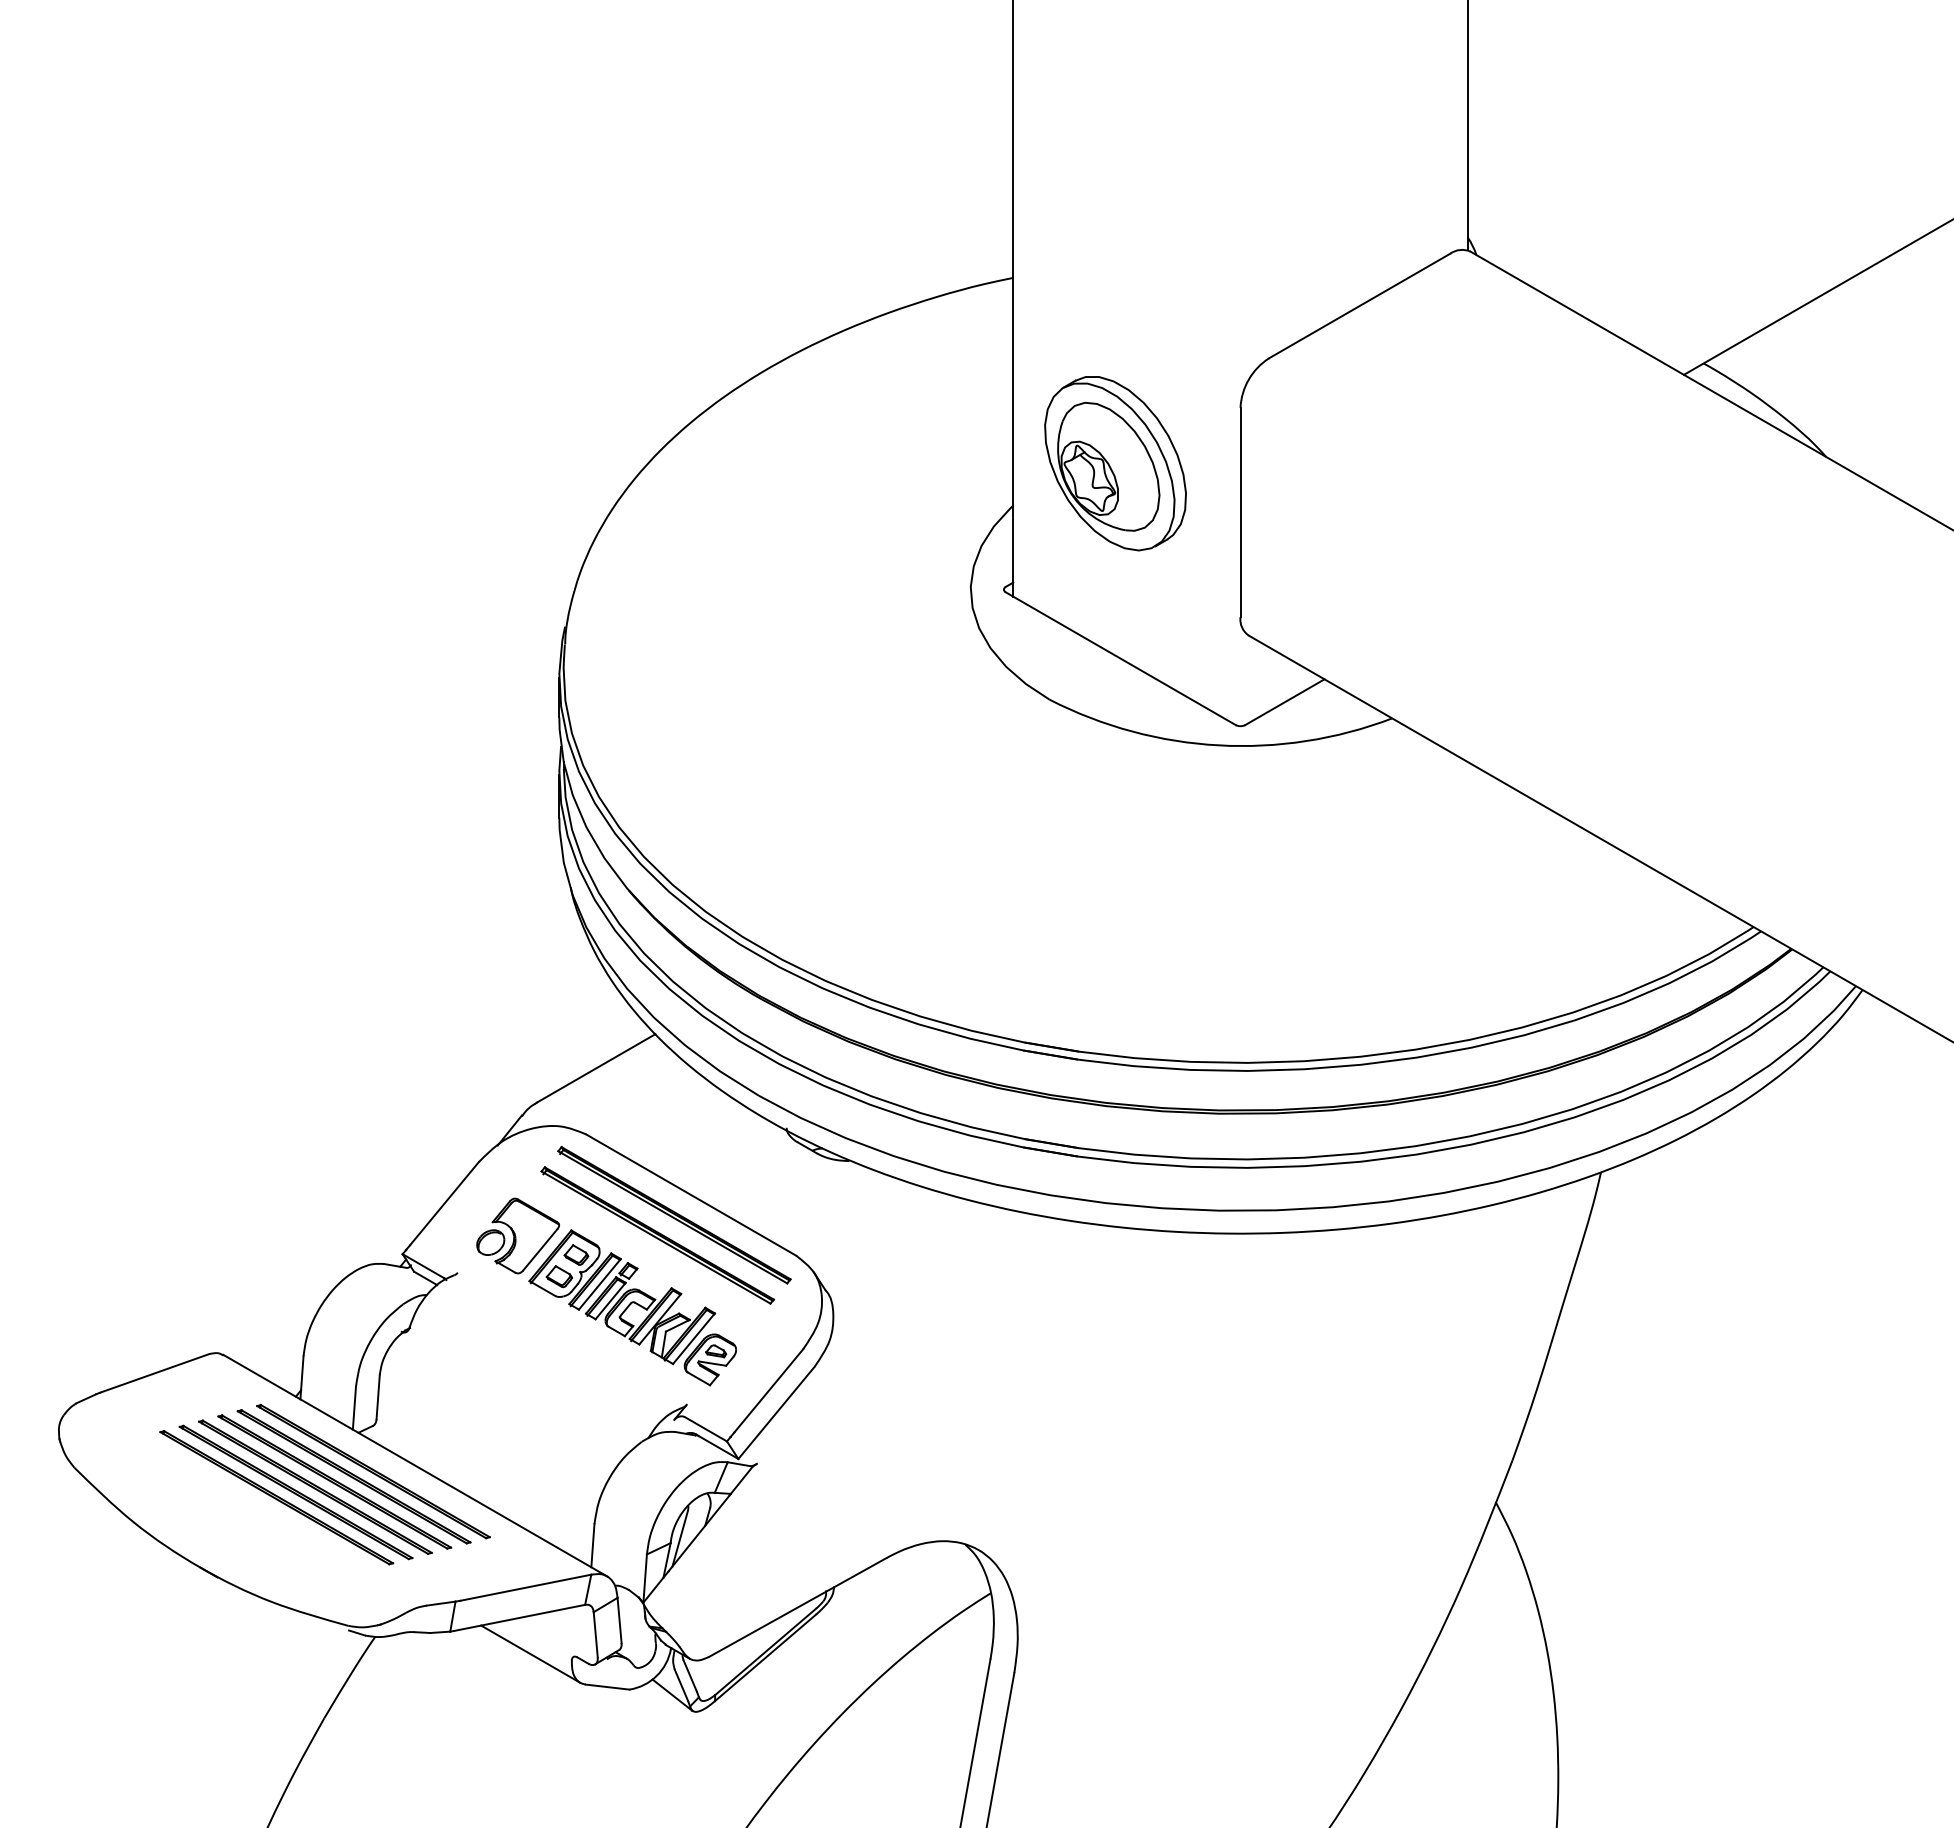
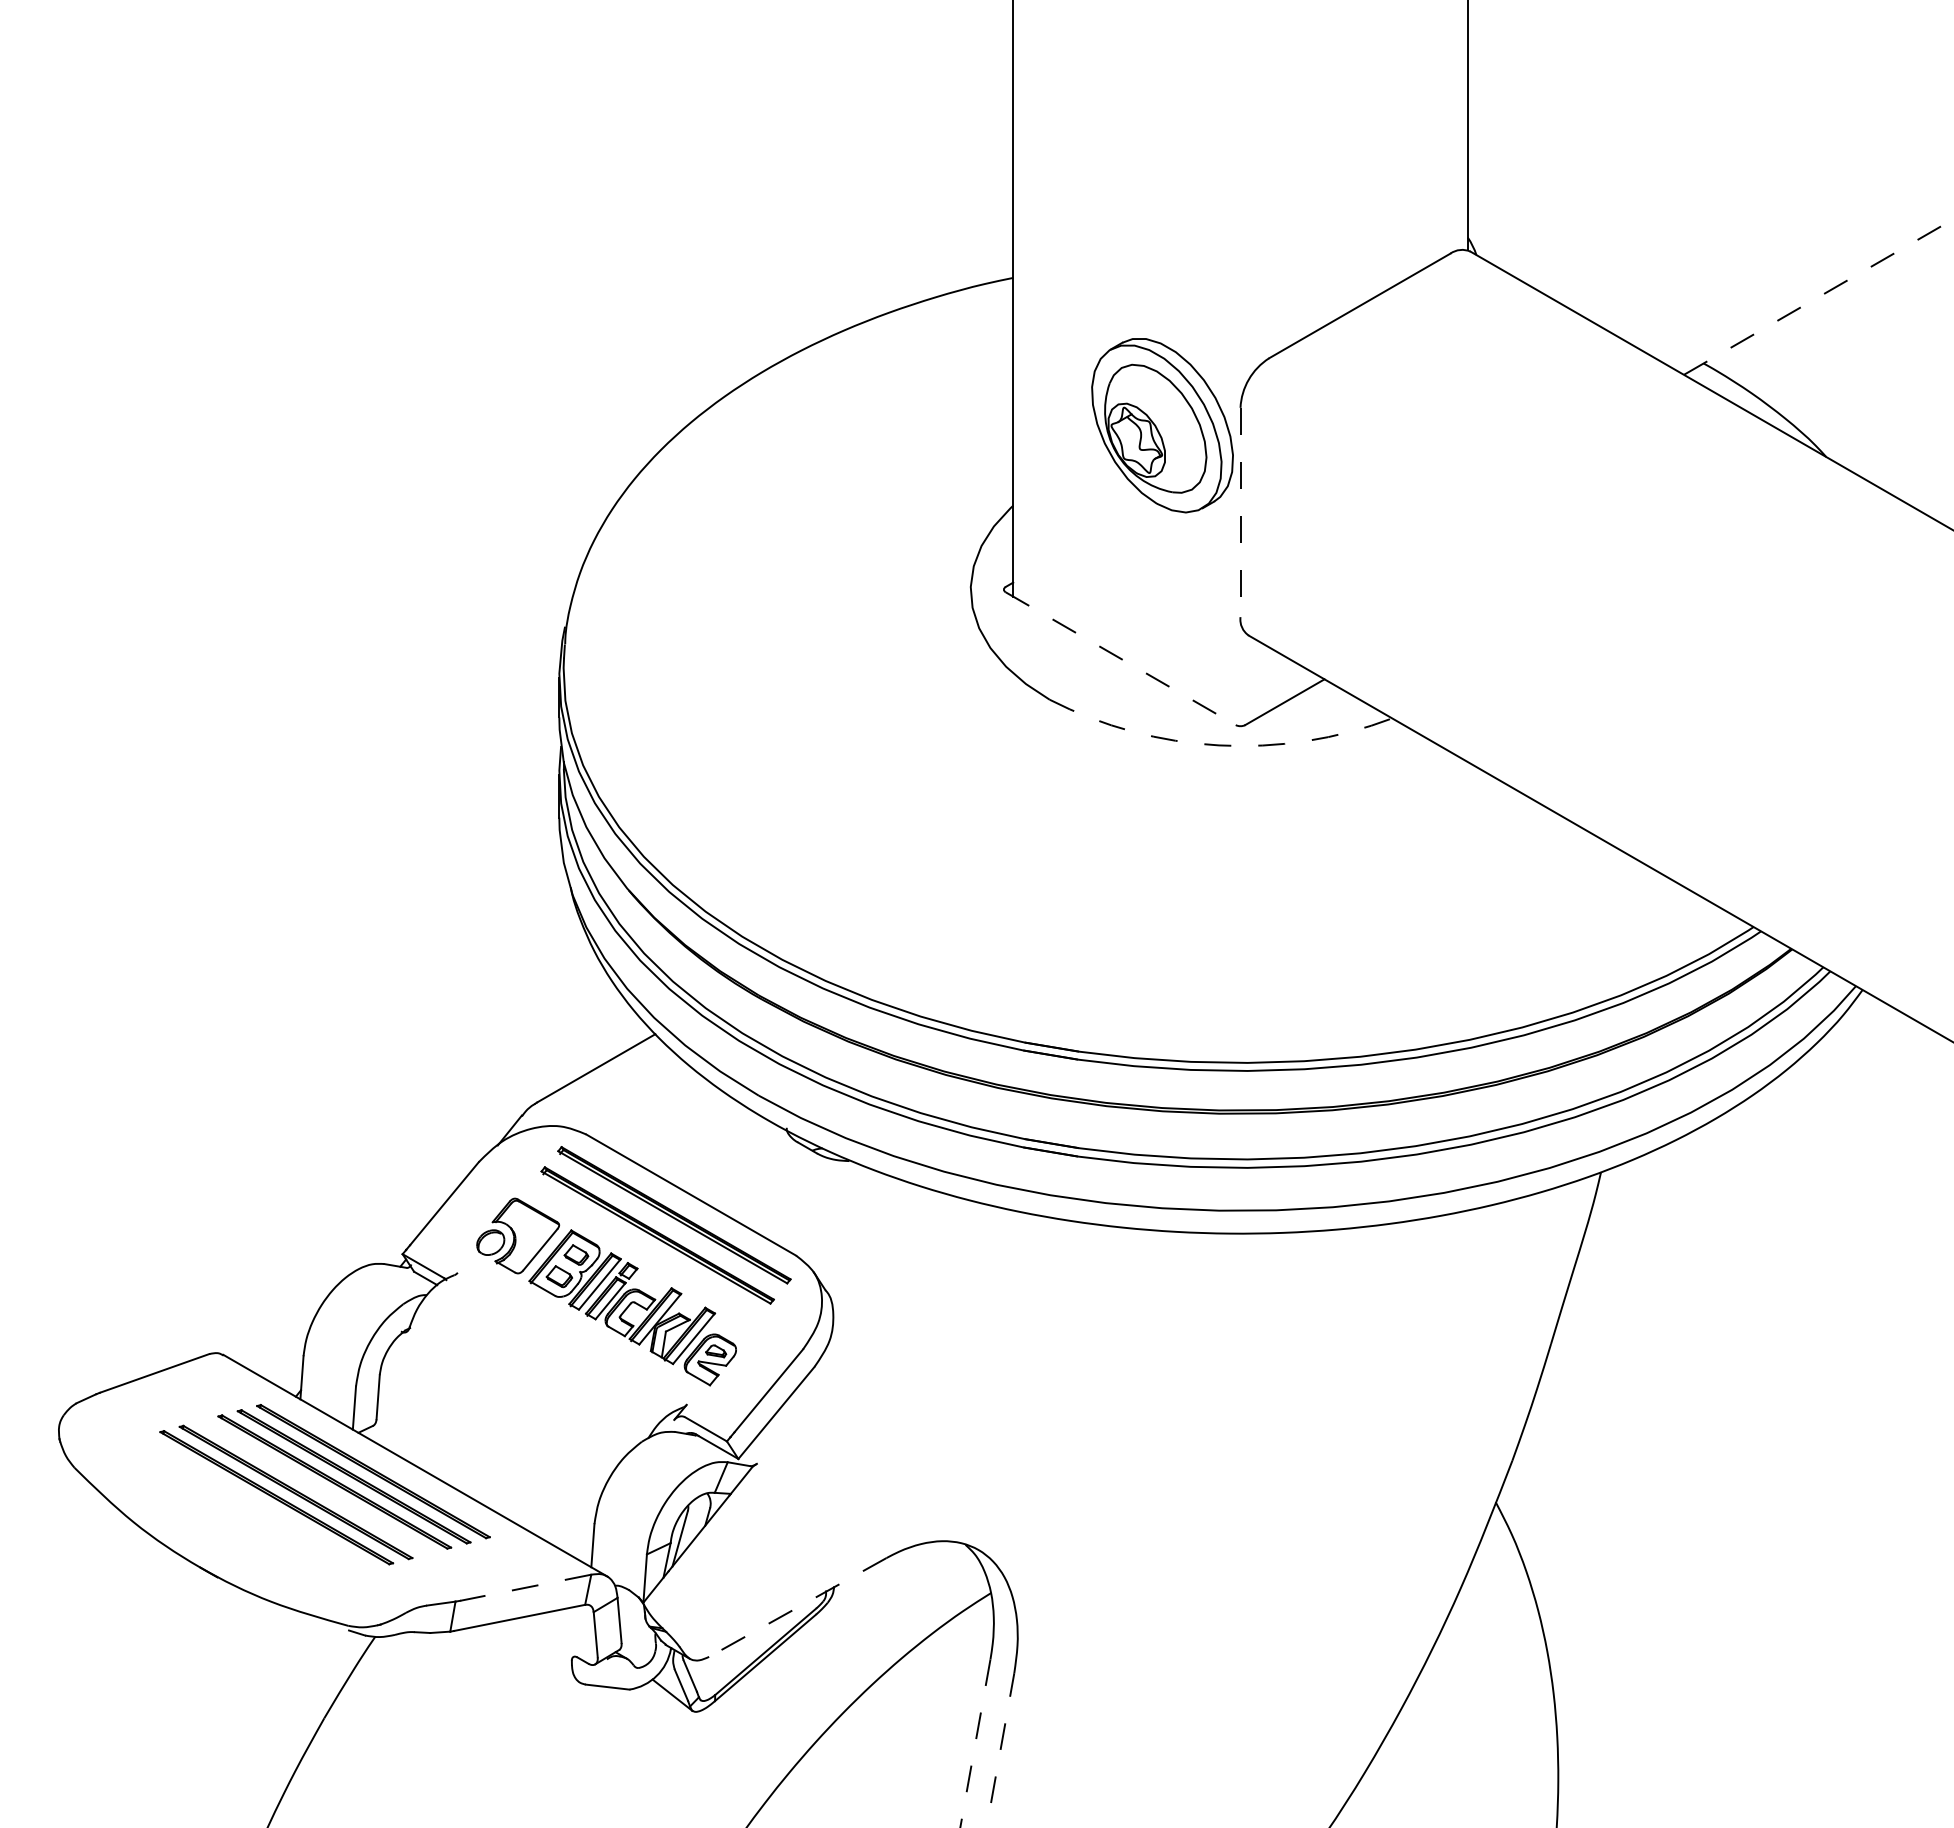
line at (1819, 296): solid -> dashed
part at (1115, 463) position: (1115, 463) -> (1162, 425)
line at (1240, 512): solid -> dashed
line at (1120, 658): solid -> dashed
arc at (1219, 745): solid -> dashed
part at (315, 1486): present -> none
line at (525, 1587): solid -> dashed
line at (797, 1607): solid -> dashed
line at (530, 1653): present -> none
line at (975, 1743): solid -> dashed
line at (1000, 1749): solid -> dashed
